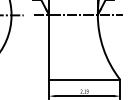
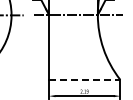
line at (84, 79): solid -> dashed
